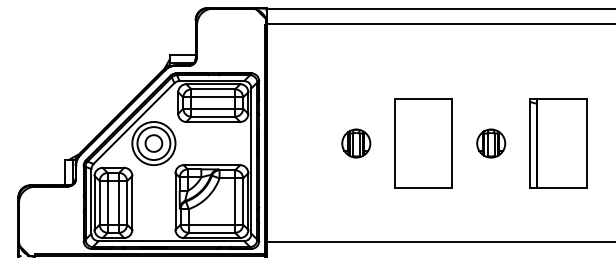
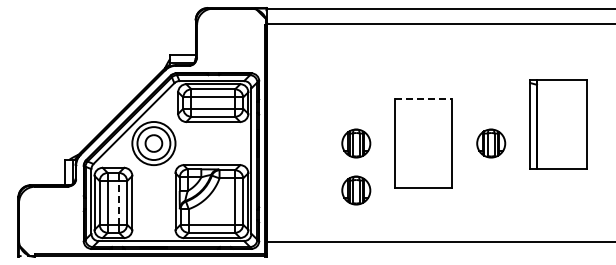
line at (424, 99): solid -> dashed
part at (558, 143) position: (558, 143) -> (558, 124)
part at (356, 190): none -> present
line at (119, 202): solid -> dashed
